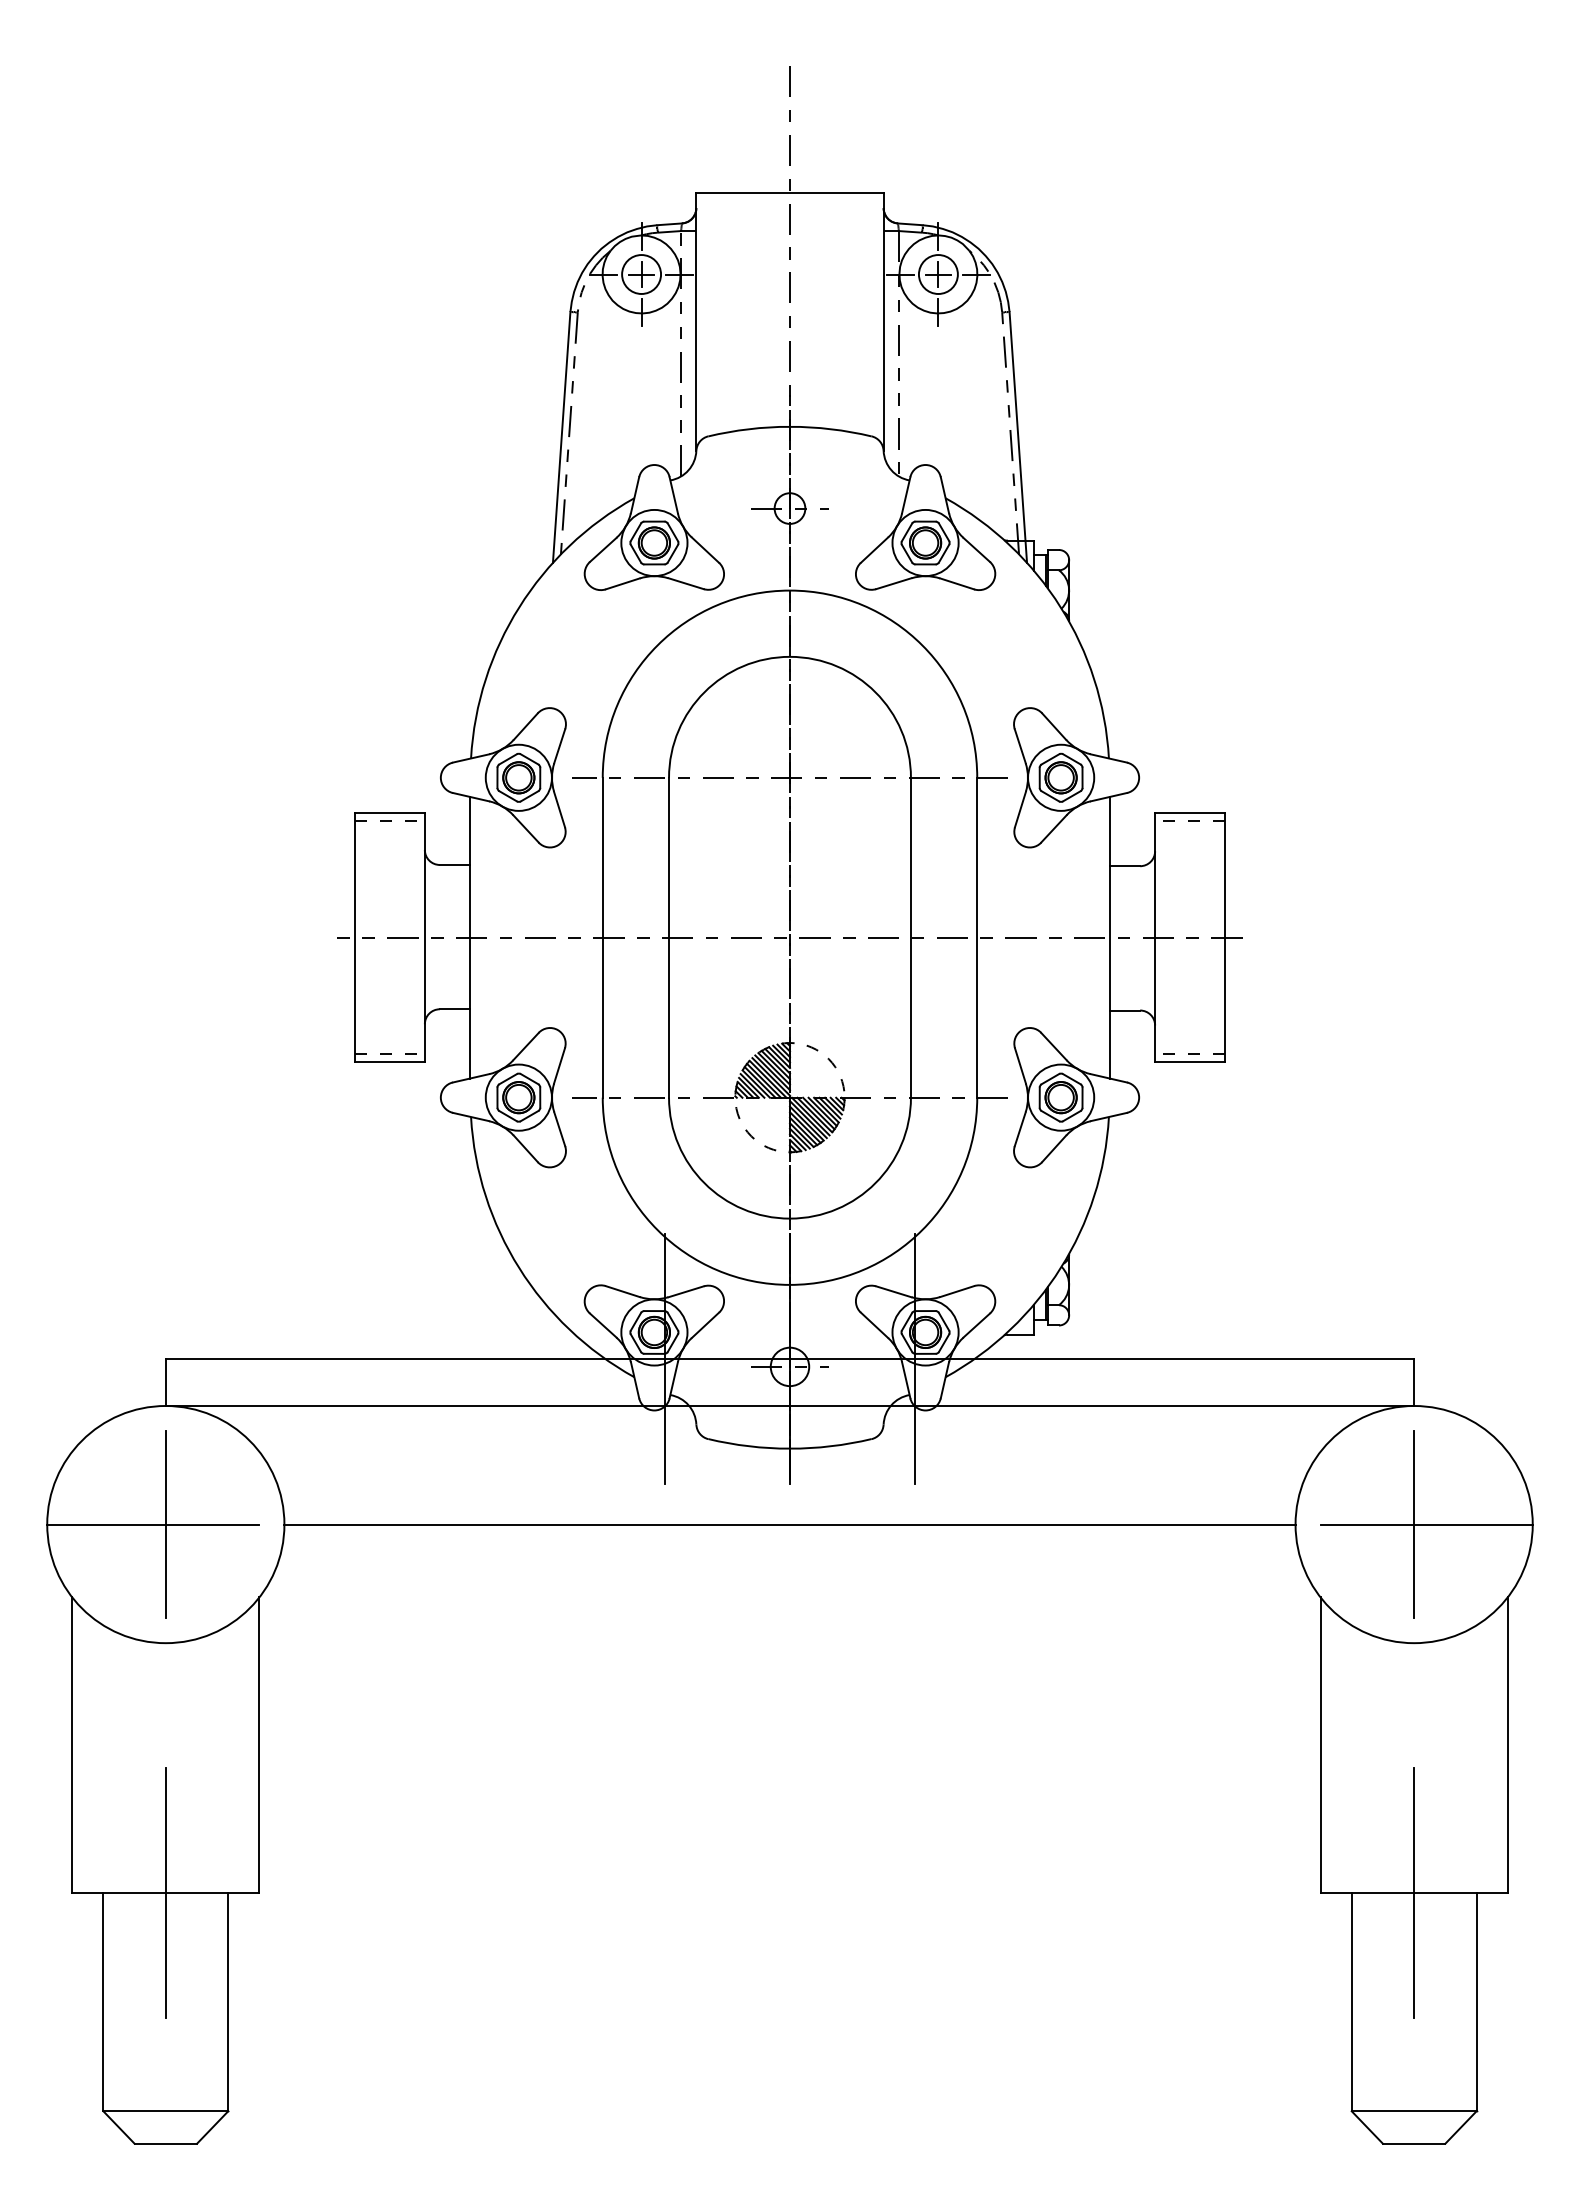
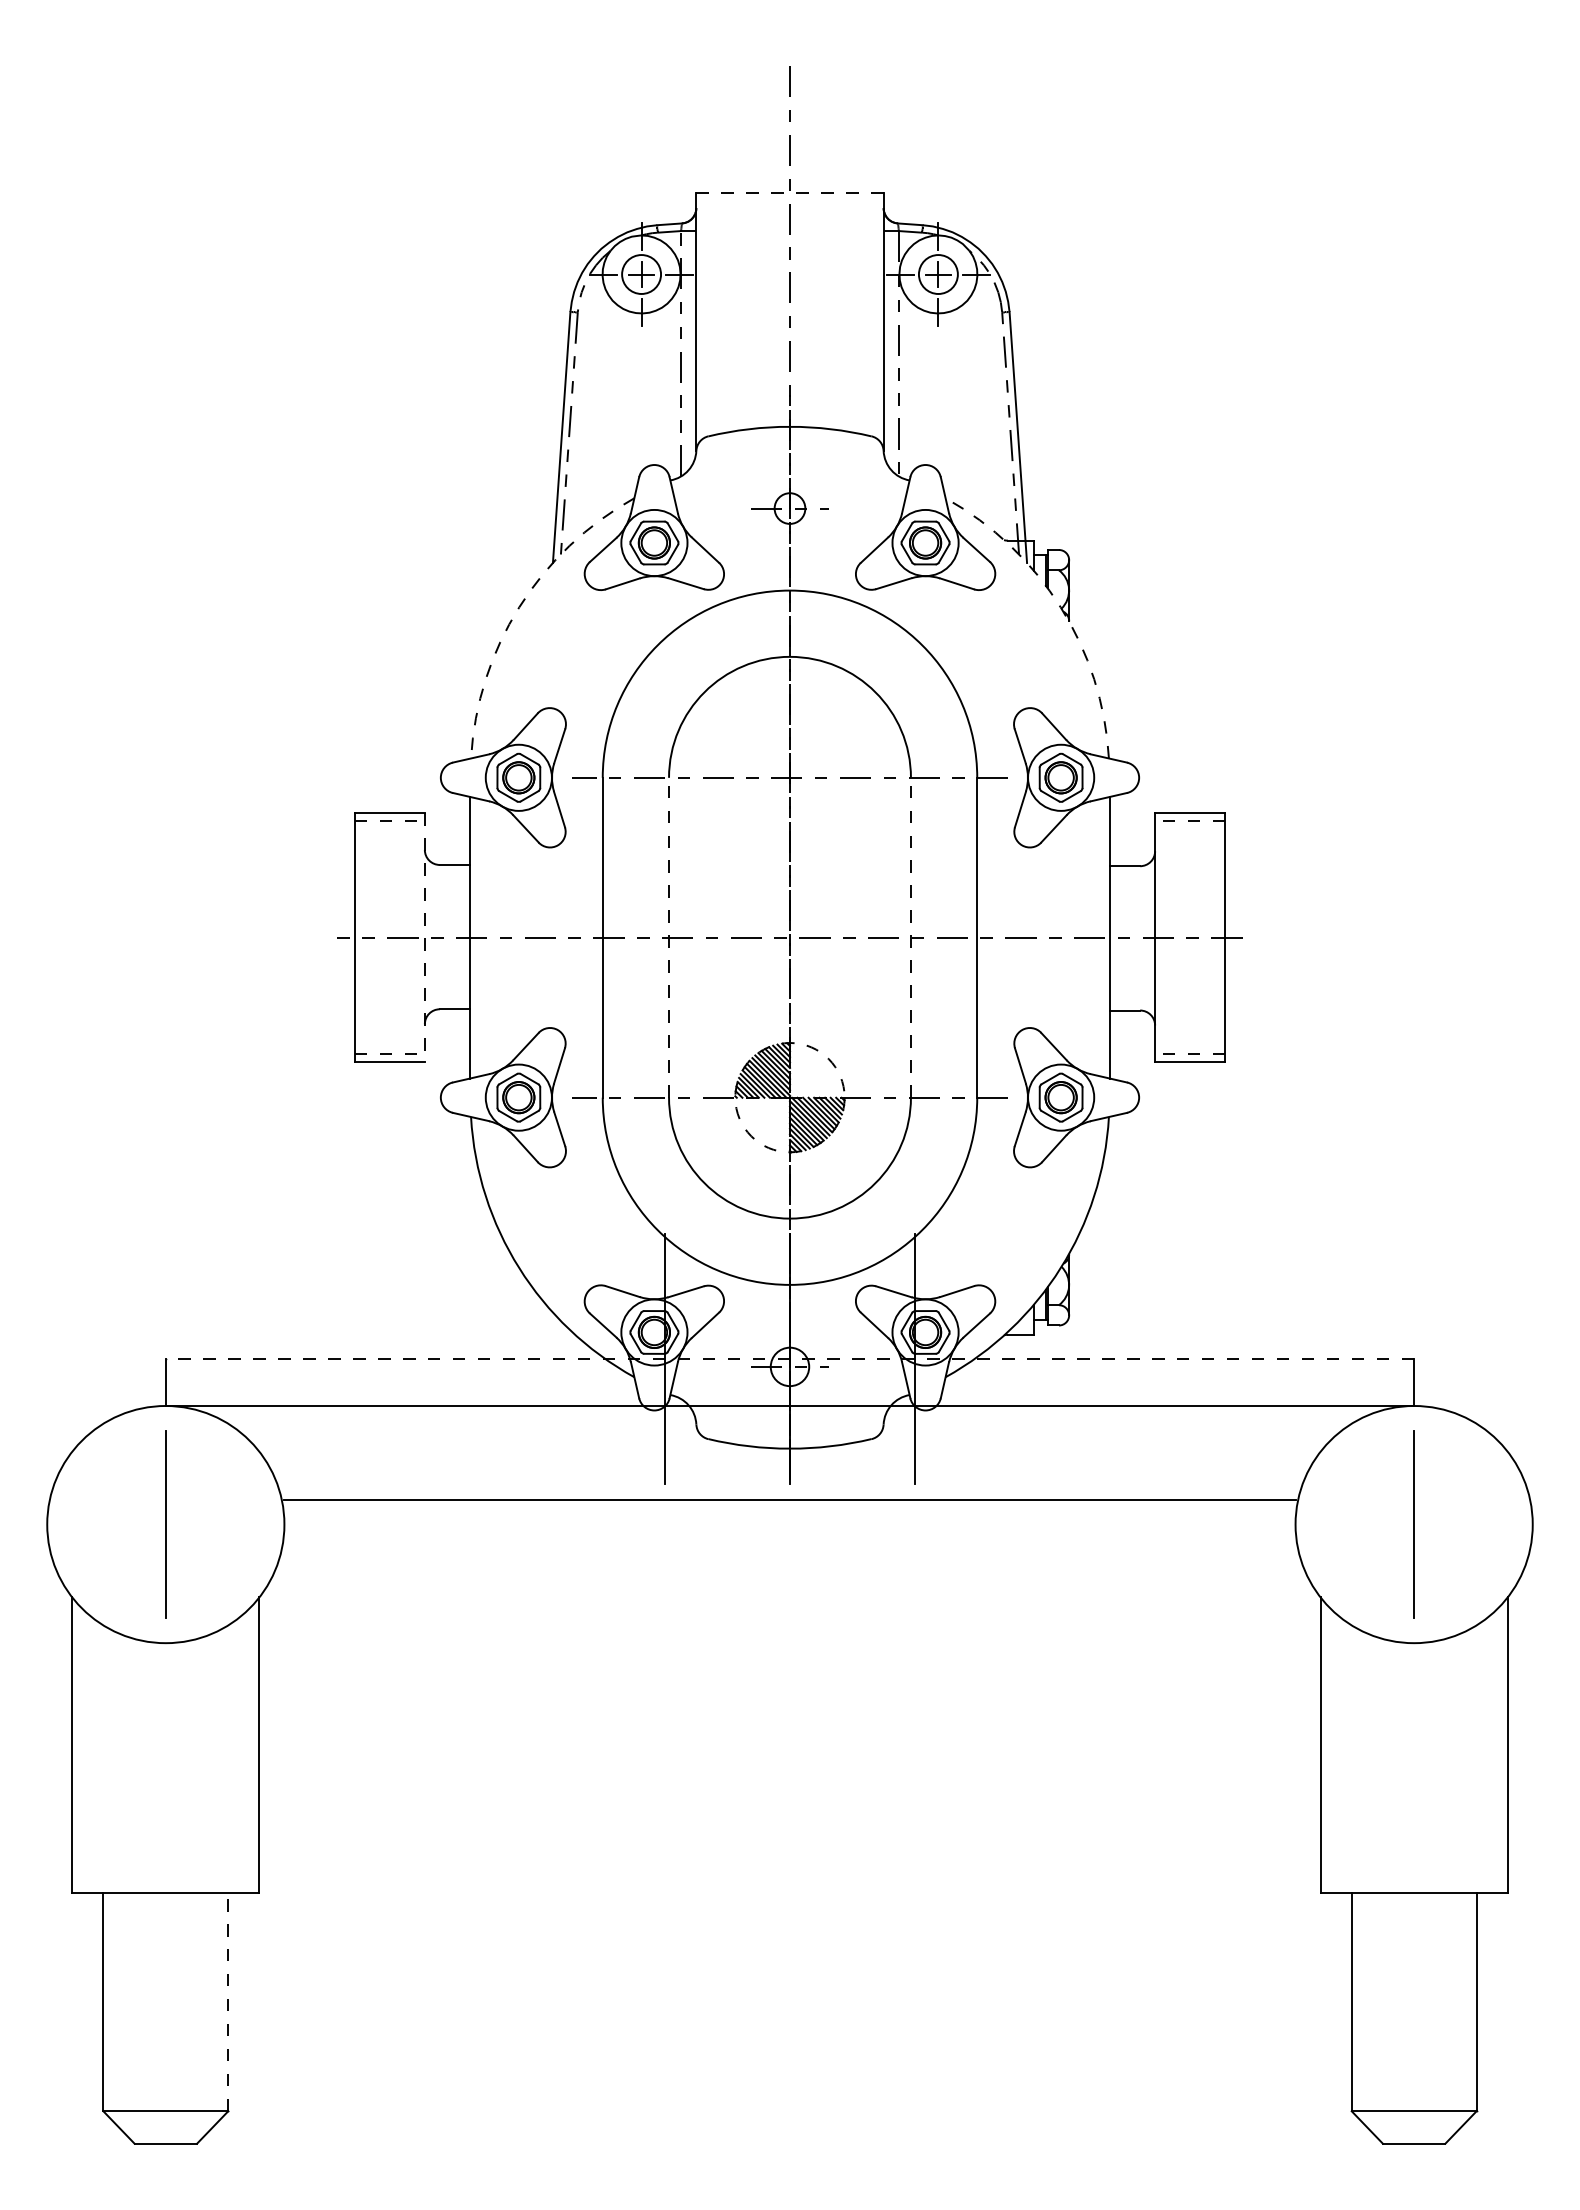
line at (789, 193): solid -> dashed
arc at (519, 607): solid -> dashed
arc at (1060, 607): solid -> dashed
line at (669, 937): solid -> dashed
line at (910, 937): solid -> dashed
line at (425, 938): solid -> dashed
line at (789, 1359): solid -> dashed
line at (153, 1524): present -> none
line at (789, 1524) position: (789, 1524) -> (789, 1499)
line at (1426, 1524): present -> none
line at (165, 1892): present -> none
line at (1414, 1892): present -> none
line at (228, 2001): solid -> dashed
